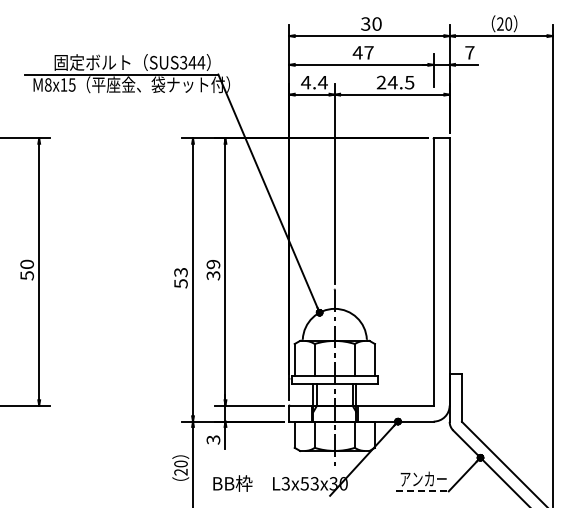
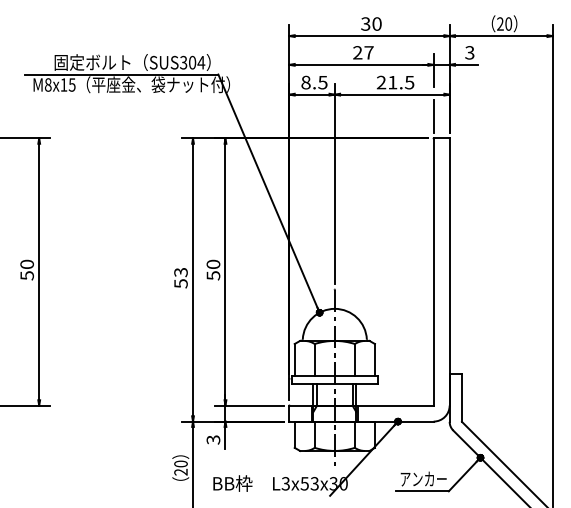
text at (357, 52): 47 -> 27
text at (469, 52): 7 -> 3
text at (192, 62): SUS344 -> SUS304
text at (314, 82): 4.4 -> 8.5
text at (392, 82): 24.5 -> 21.5
line at (433, 116): none -> present
text at (213, 269): 39 -> 50
line at (423, 491): dashed -> solid
